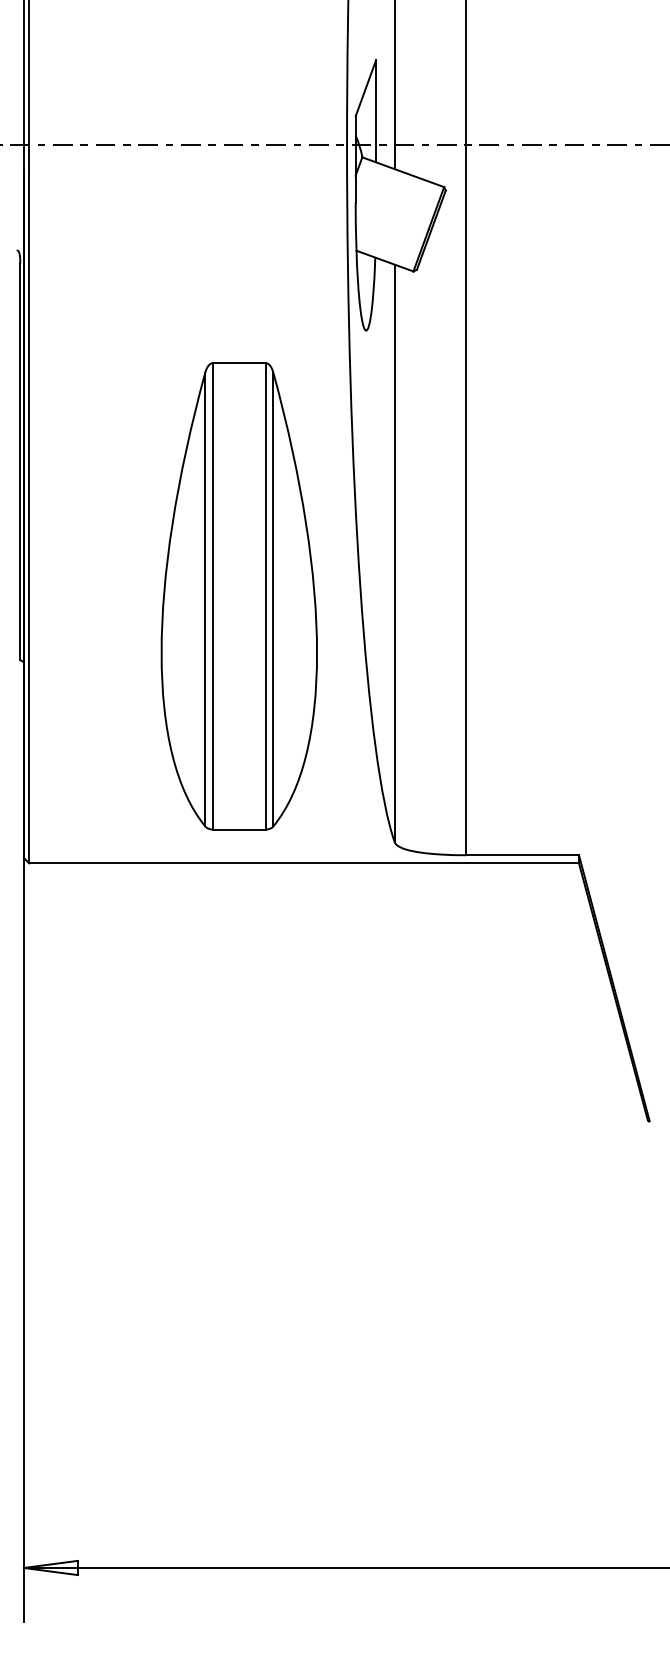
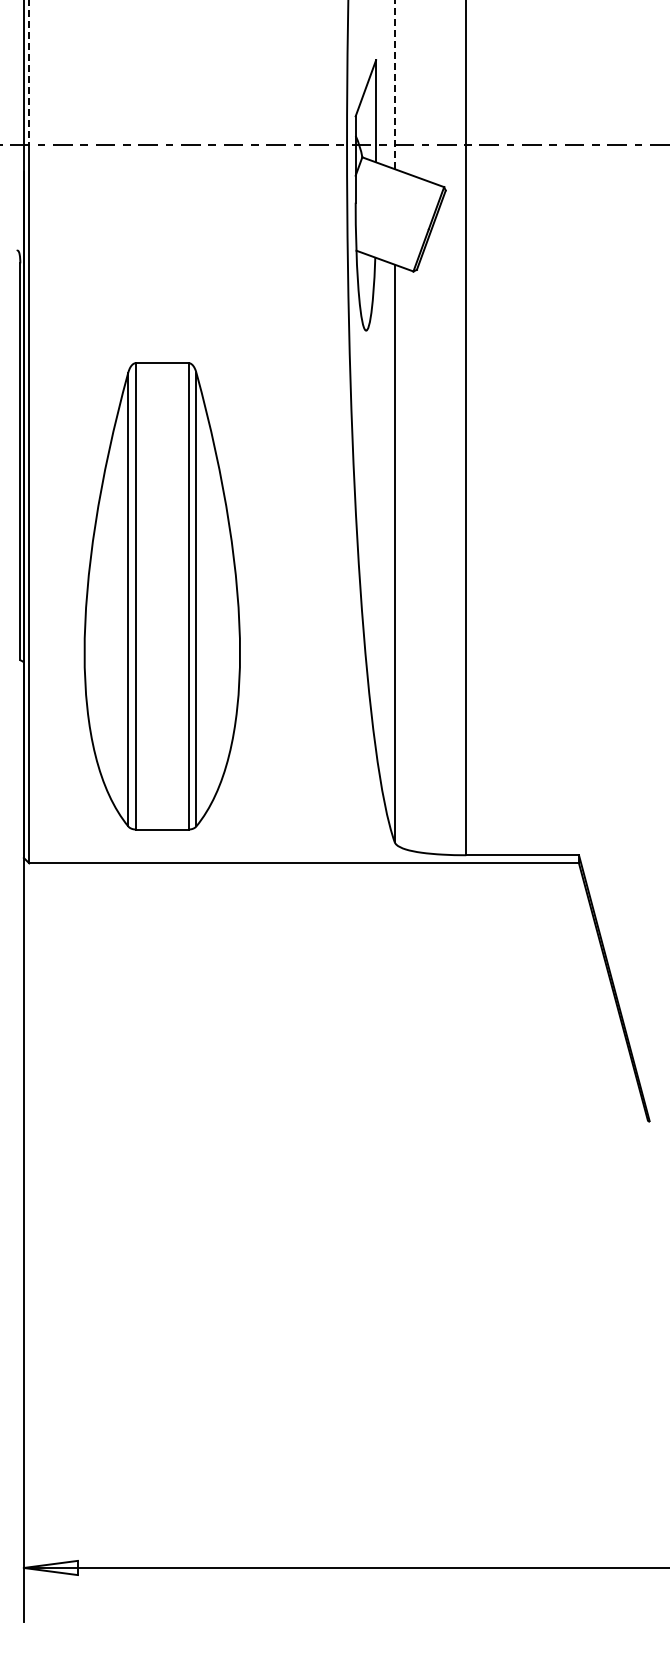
line at (29, 73): solid -> dashed
line at (394, 84): solid -> dashed
part at (238, 596) position: (238, 596) -> (161, 596)
